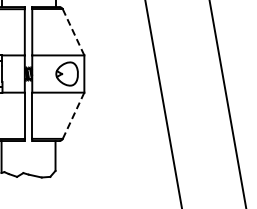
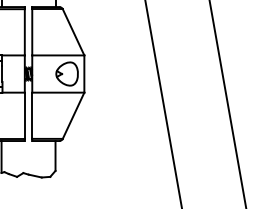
line at (73, 32): dashed -> solid
line at (73, 115): dashed -> solid
